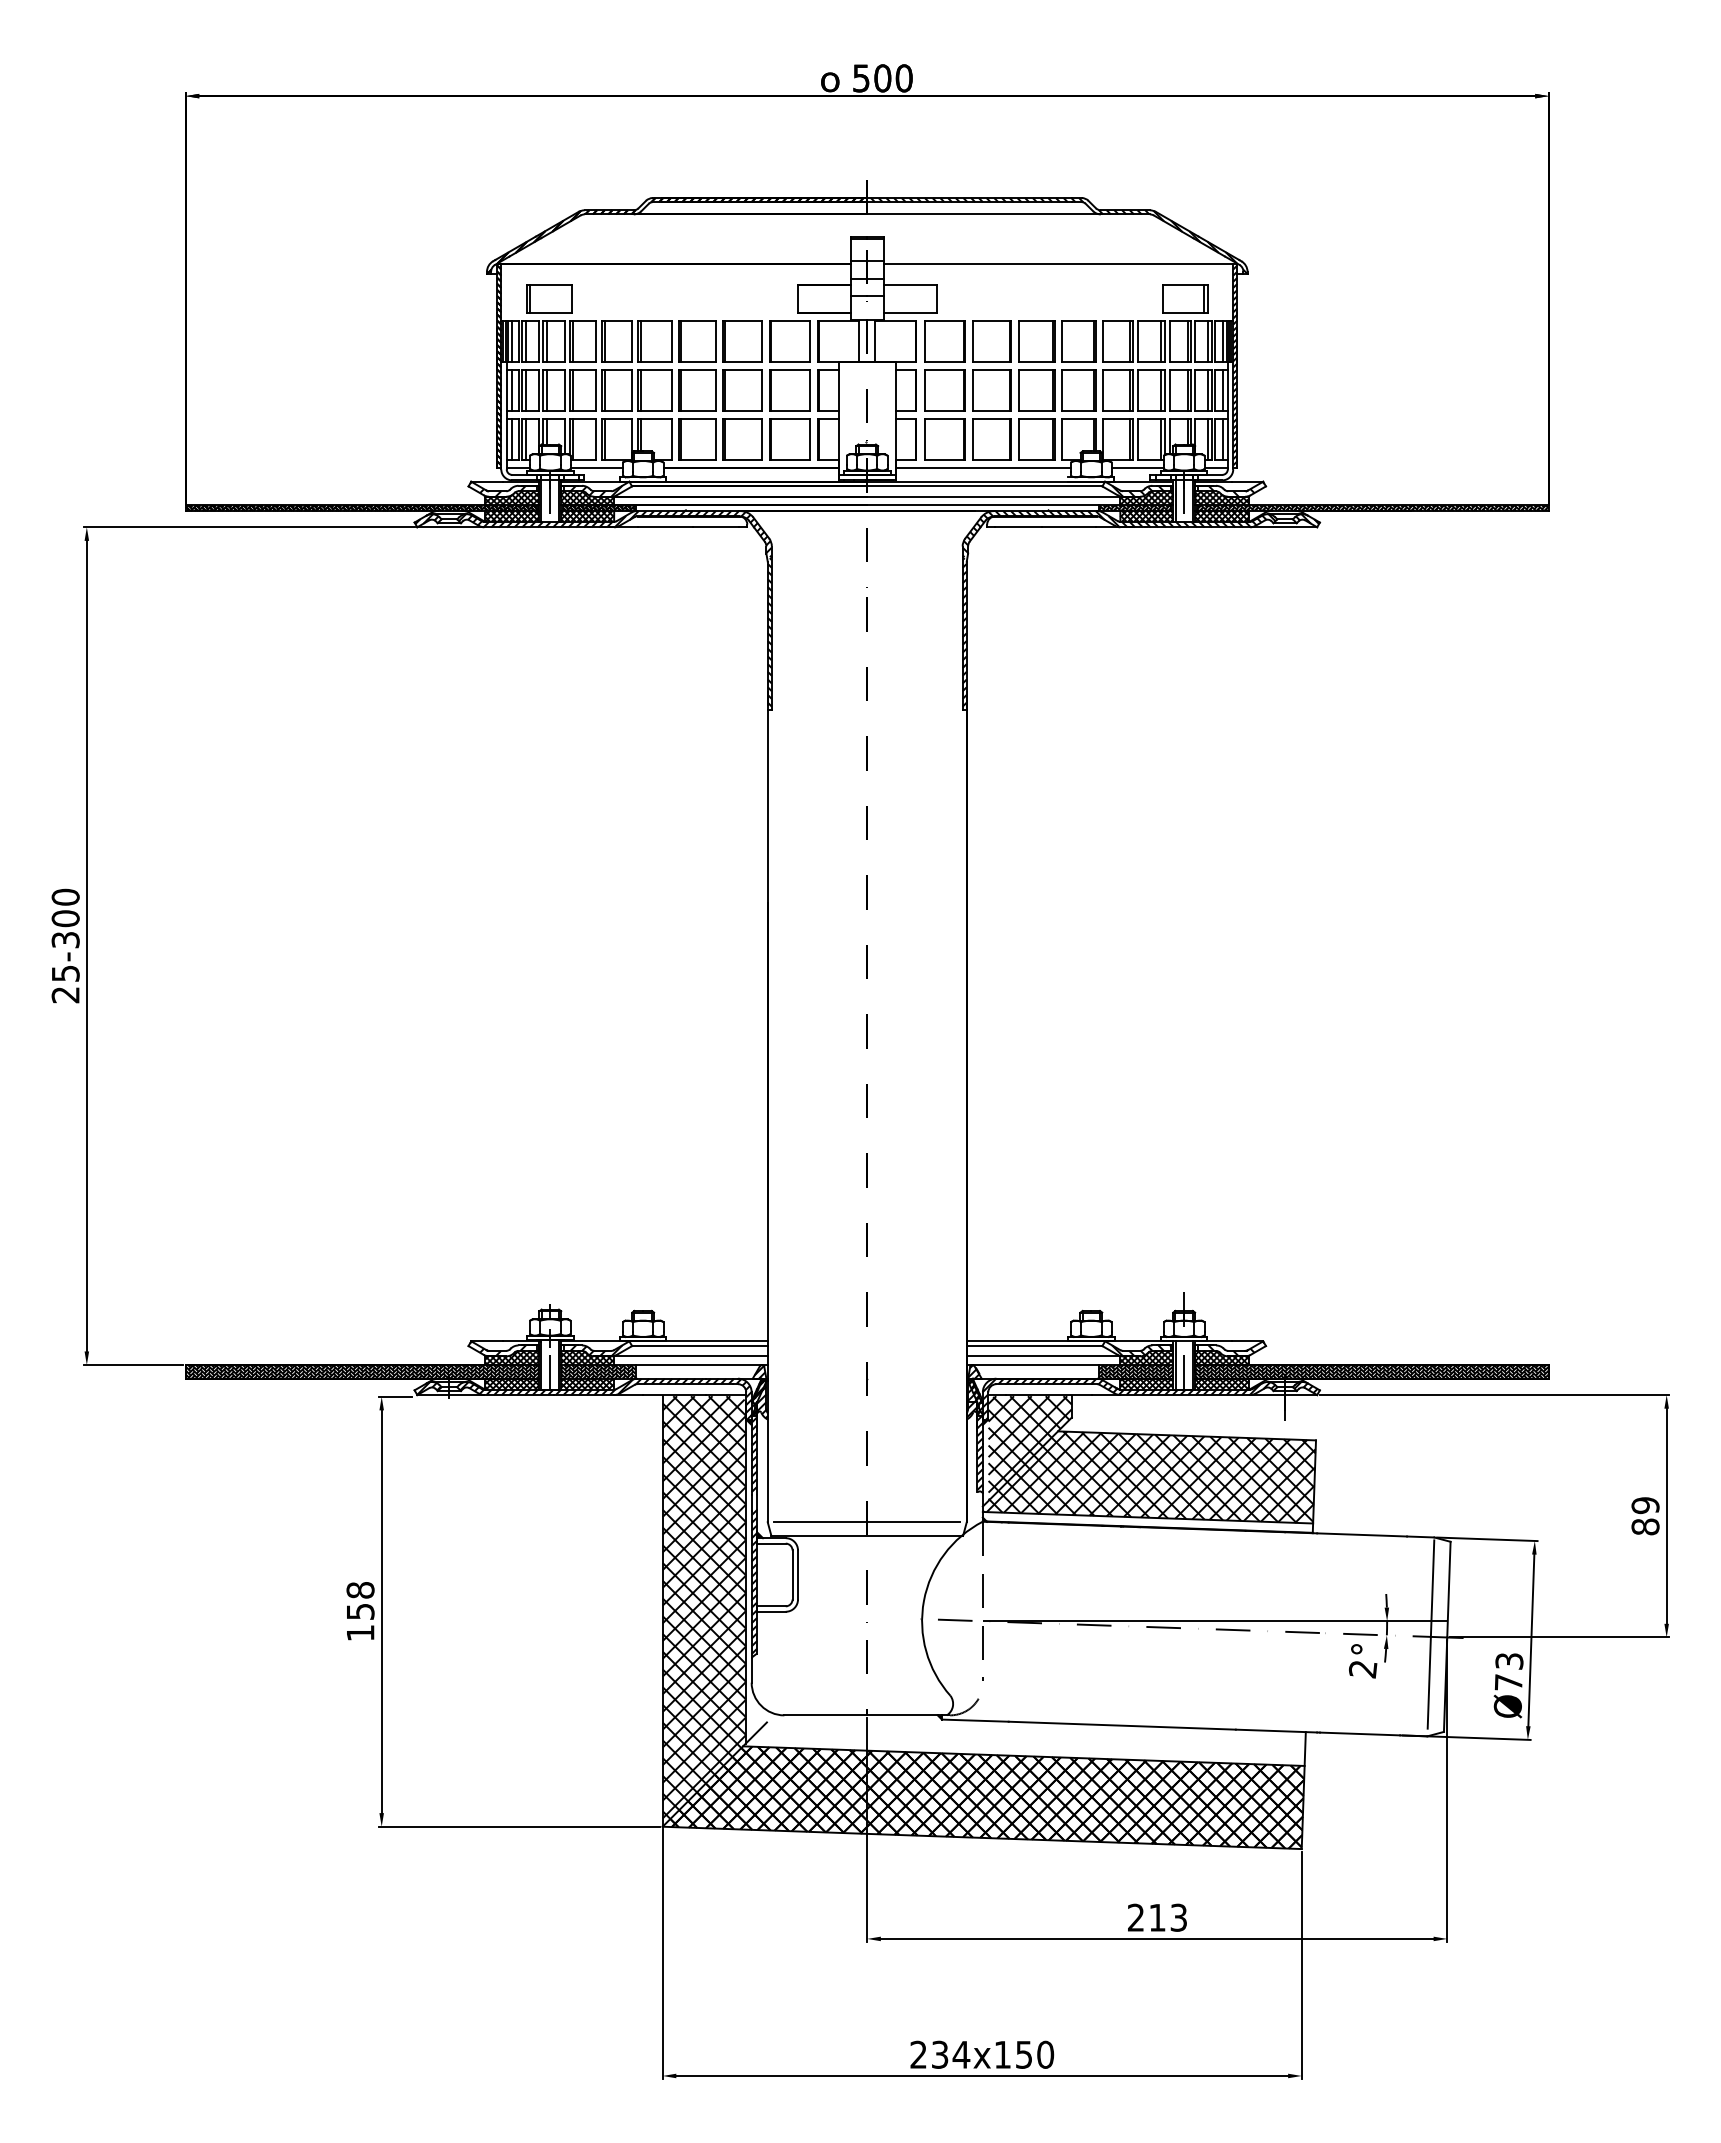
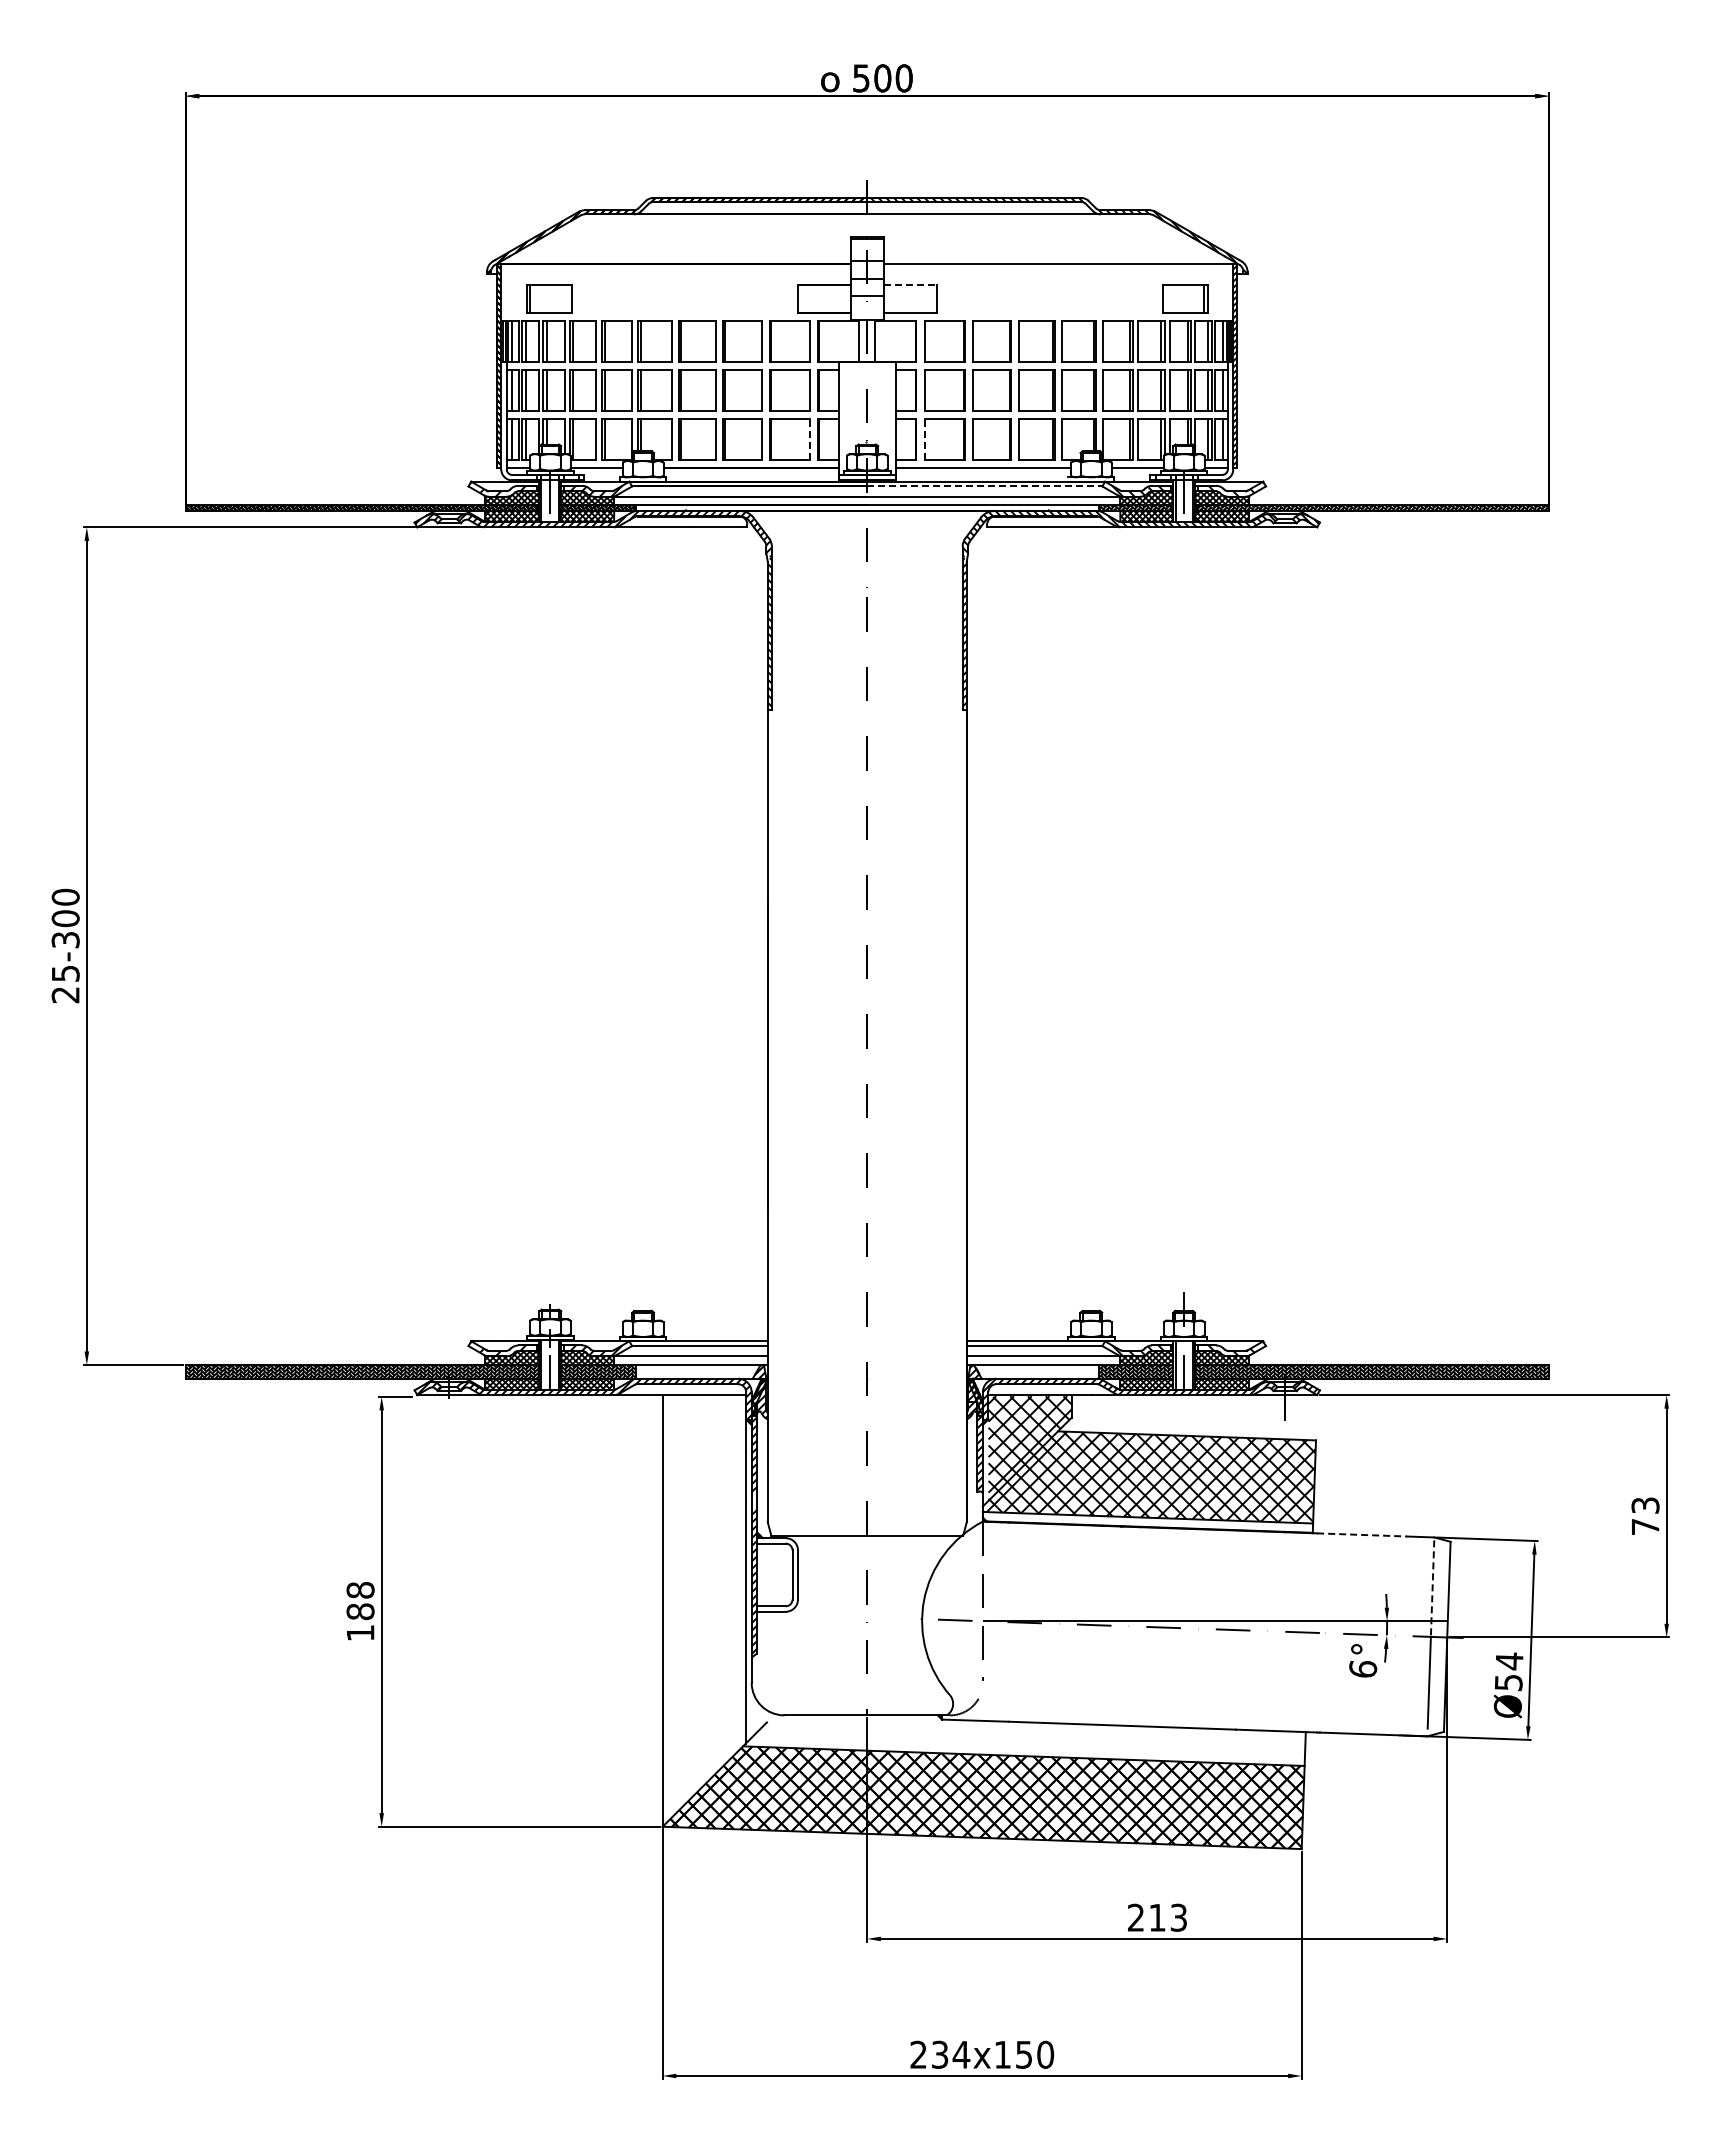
line at (910, 285): solid -> dashed
line at (809, 438): solid -> dashed
line at (924, 438): solid -> dashed
line at (984, 486): solid -> dashed
text at (1645, 1516): 89 -> 73
line at (866, 1522): present -> none
line at (1362, 1534): solid -> dashed
line at (1432, 1589): solid -> dashed
hatch at (703, 1607): present -> none
text at (360, 1611): 158 -> 188
text at (1363, 1669): 2° -> 6°
text at (1508, 1671): Ø73 -> Ø54
